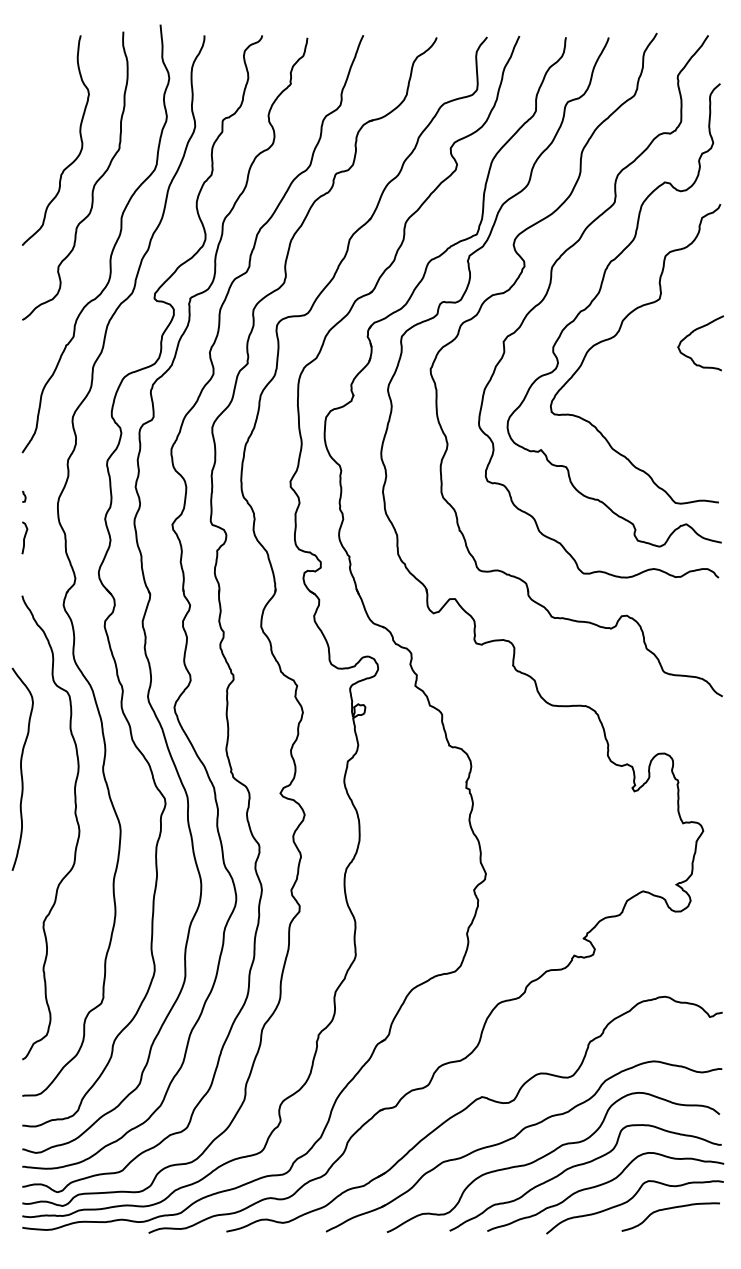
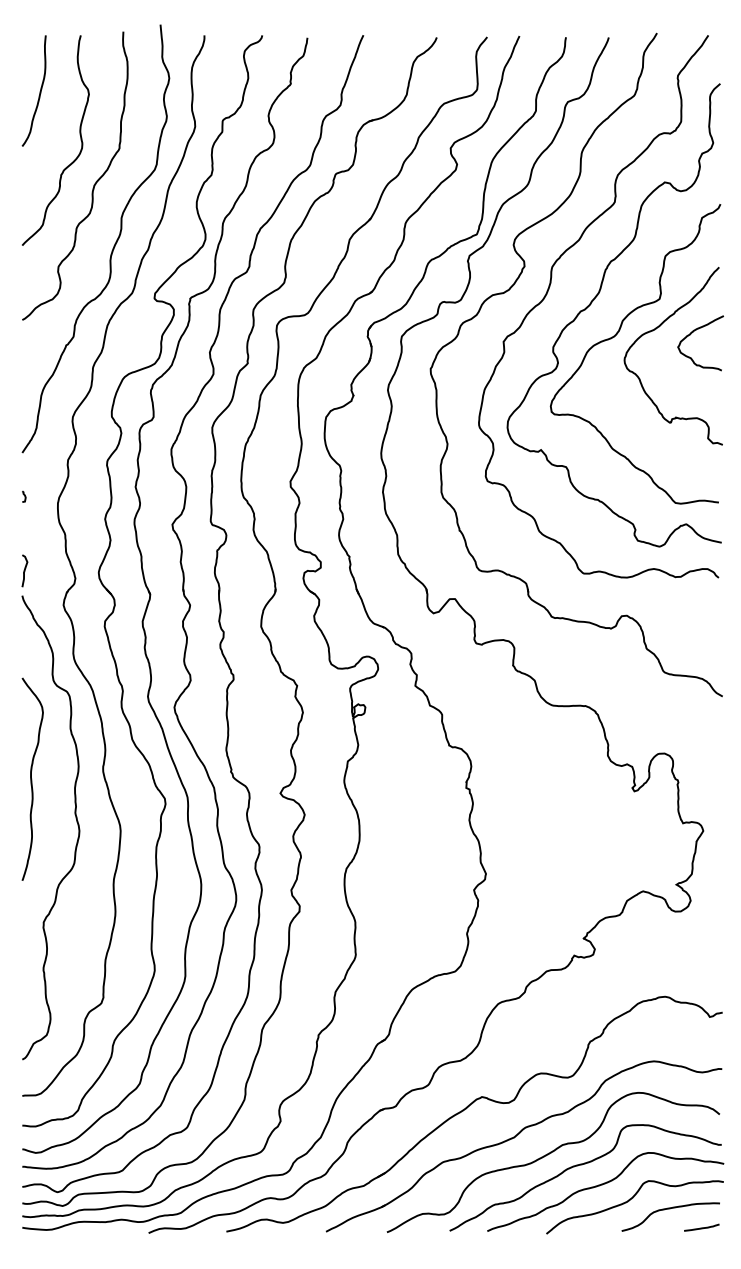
curve at (39, 91): none -> present
curve at (656, 329): none -> present
curve at (24, 537) position: (24, 537) -> (24, 570)
curve at (21, 768) position: (21, 768) -> (31, 778)
line at (701, 1227): none -> present
